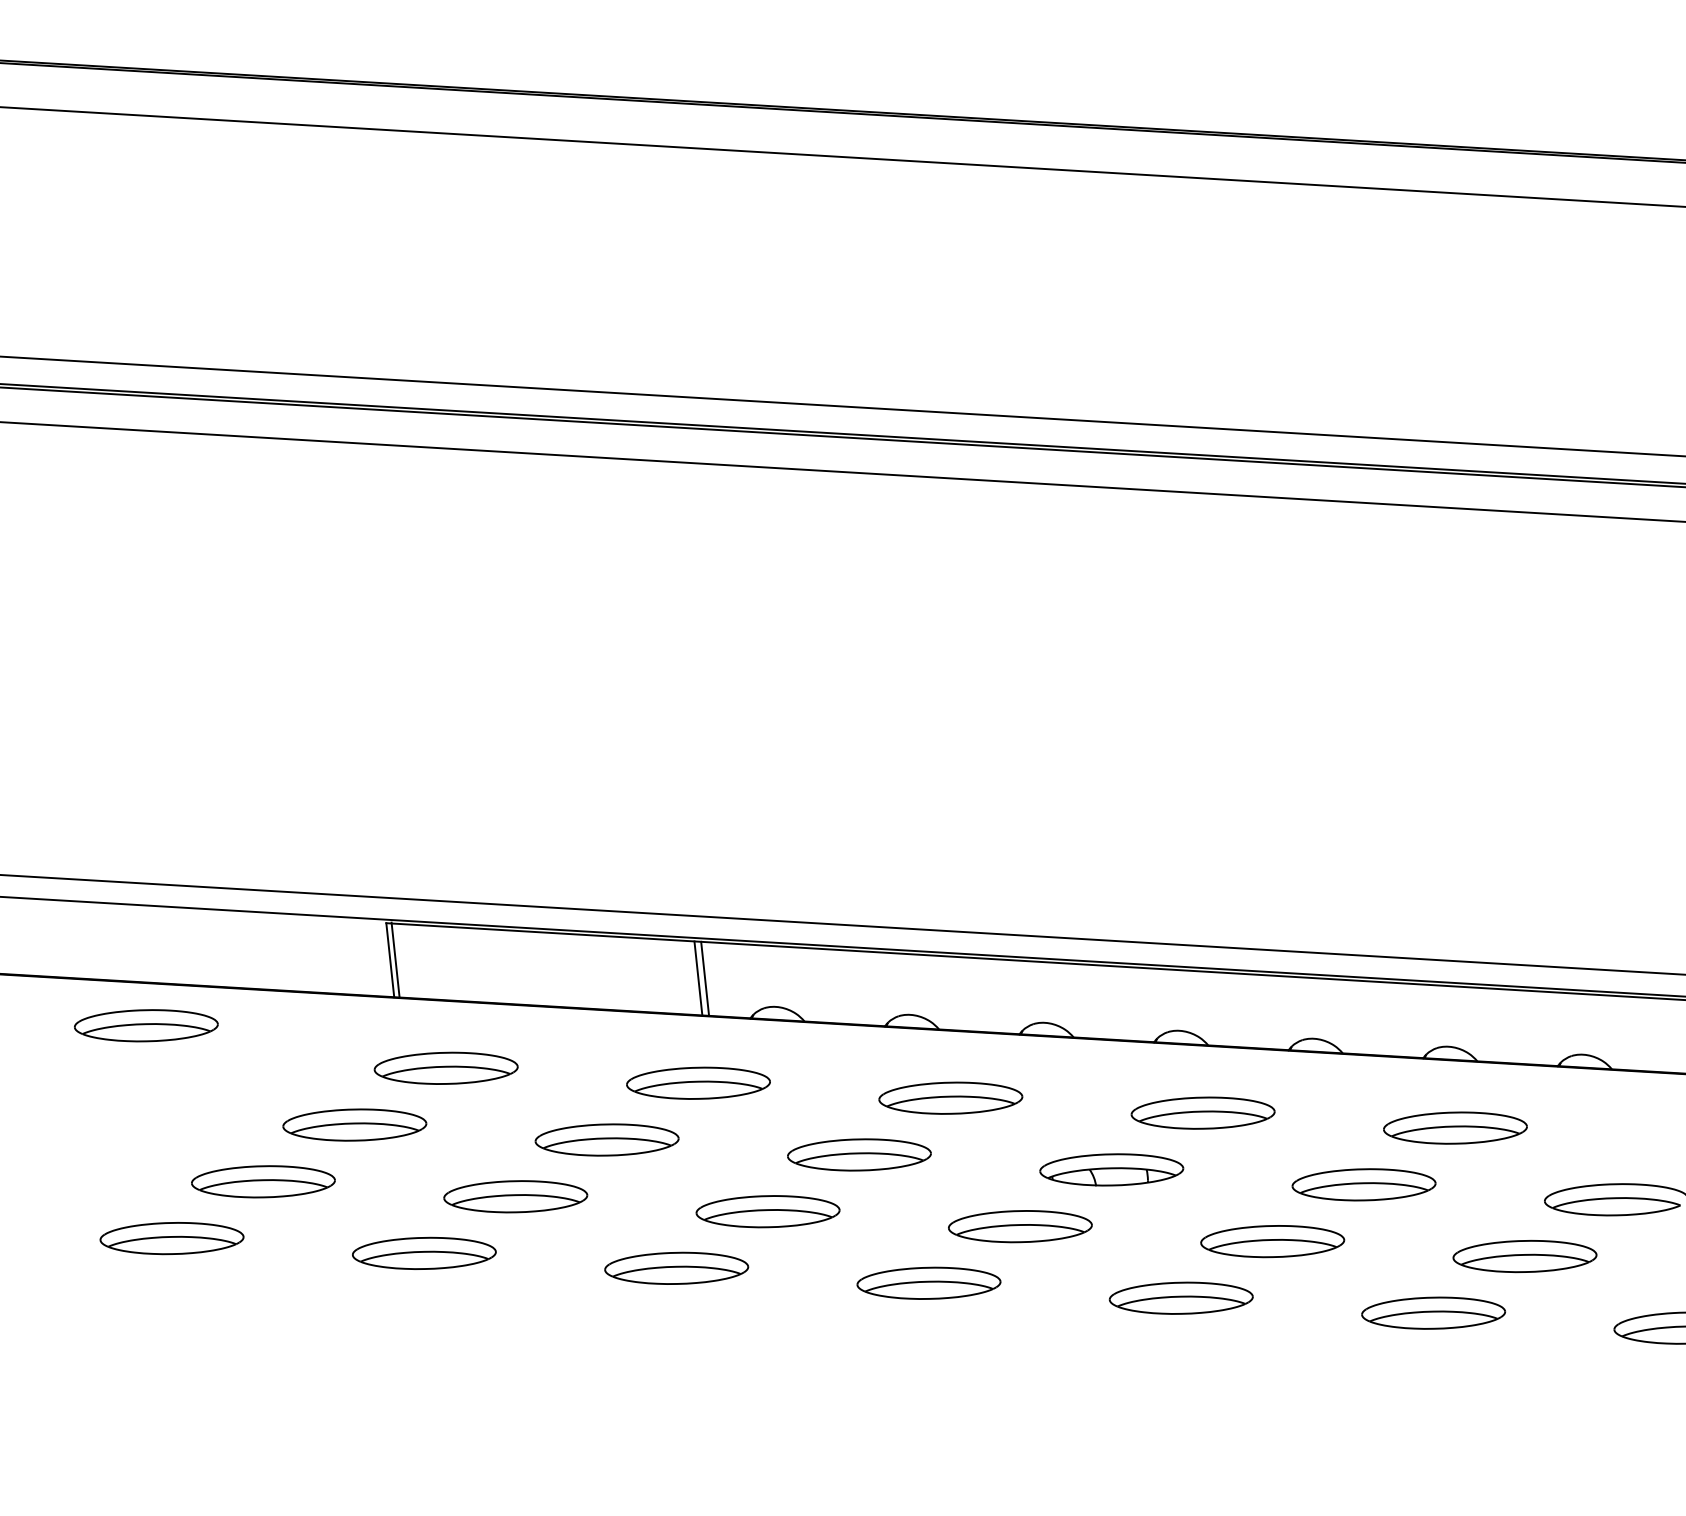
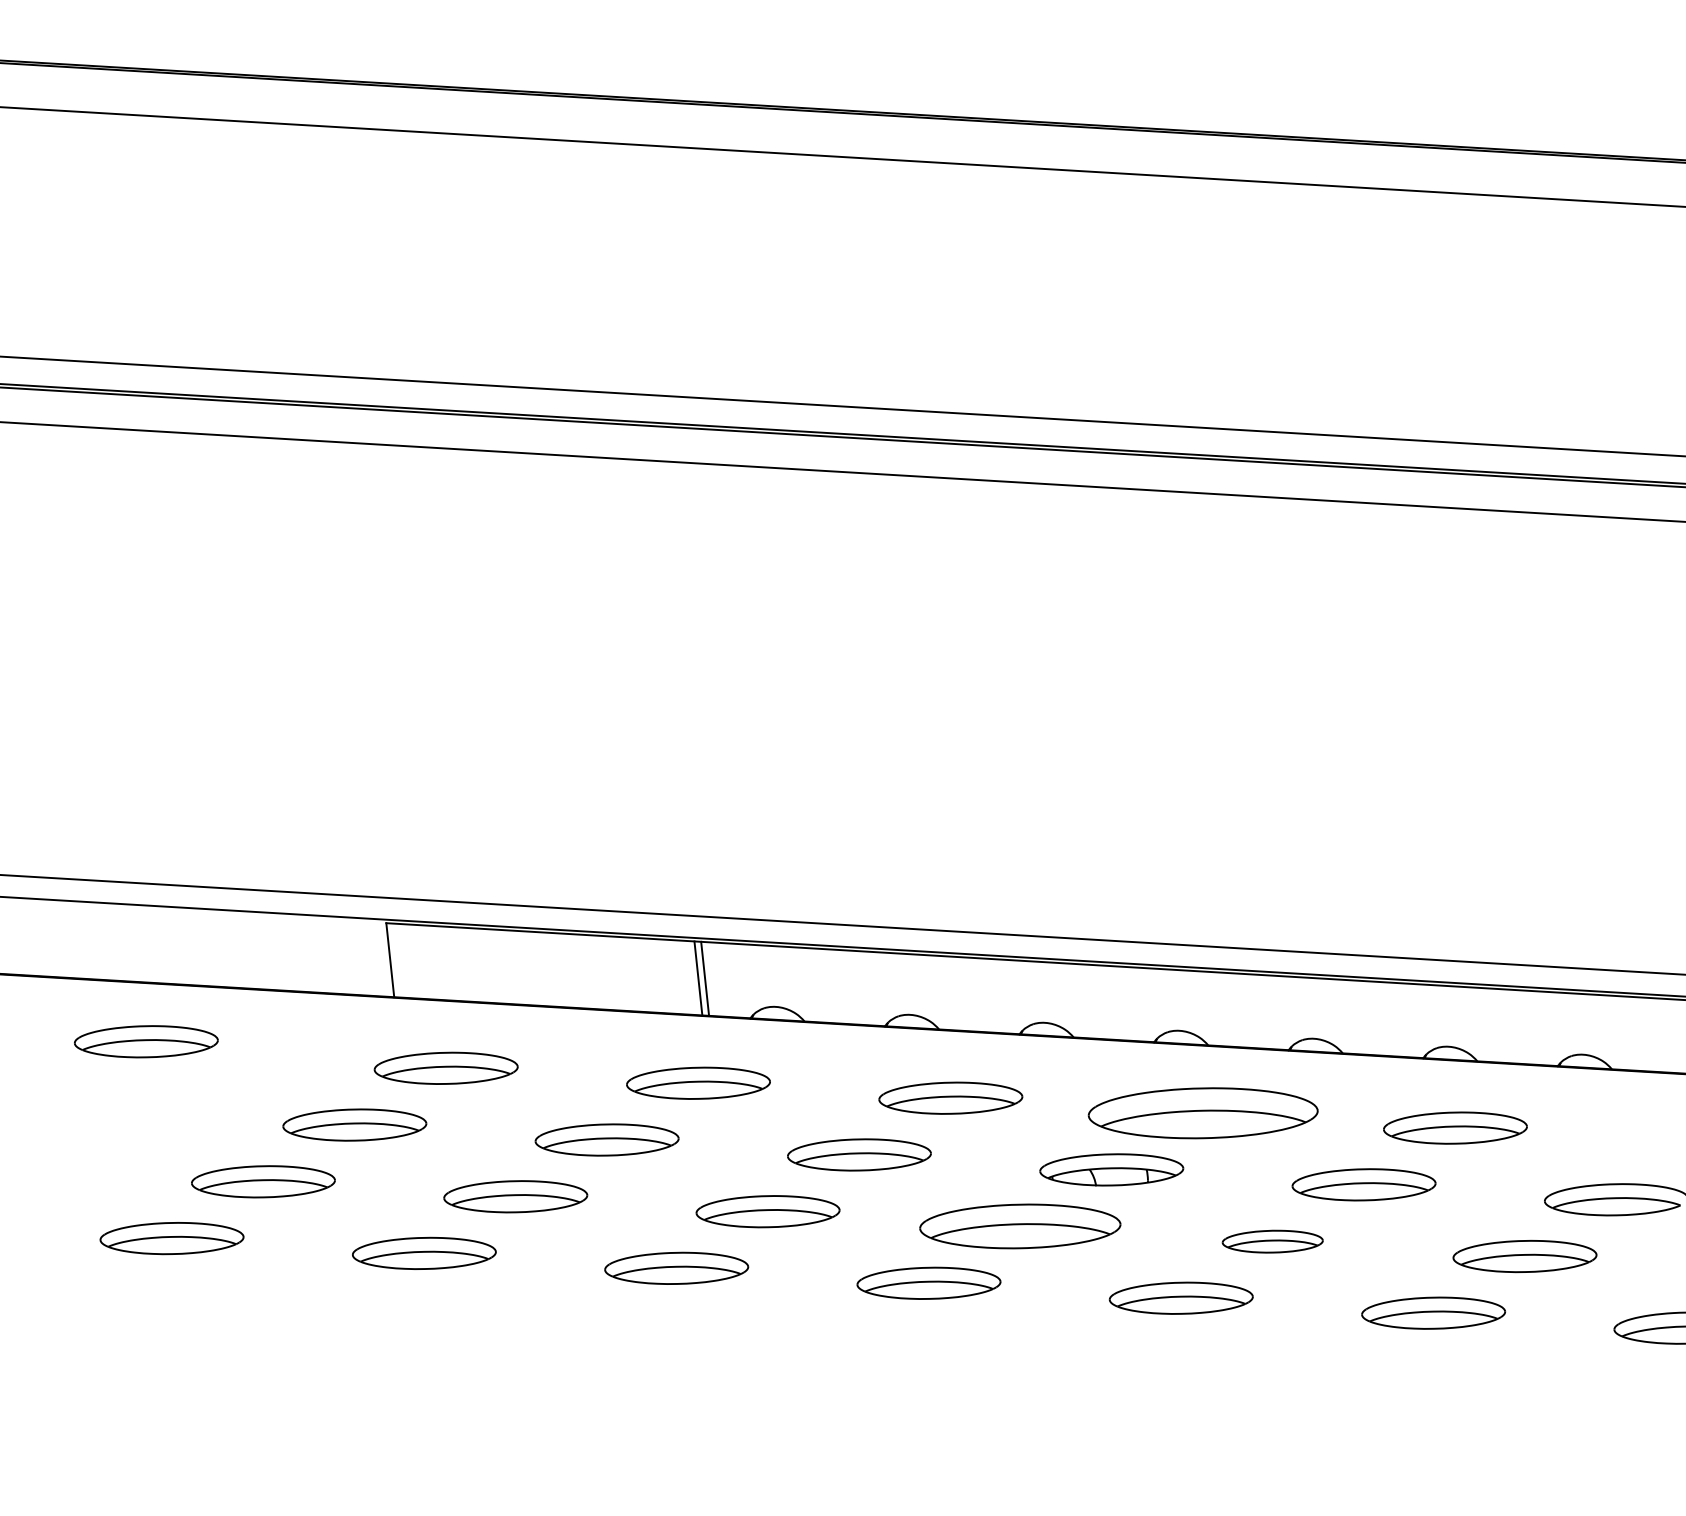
line at (395, 959): present -> none
part at (146, 1025) position: (146, 1025) -> (146, 1041)
part at (1202, 1112) size: 146x34 px -> 232x53 px
part at (1020, 1226) size: 145x34 px -> 203x47 px
part at (1272, 1241) size: 146x34 px -> 103x25 px
